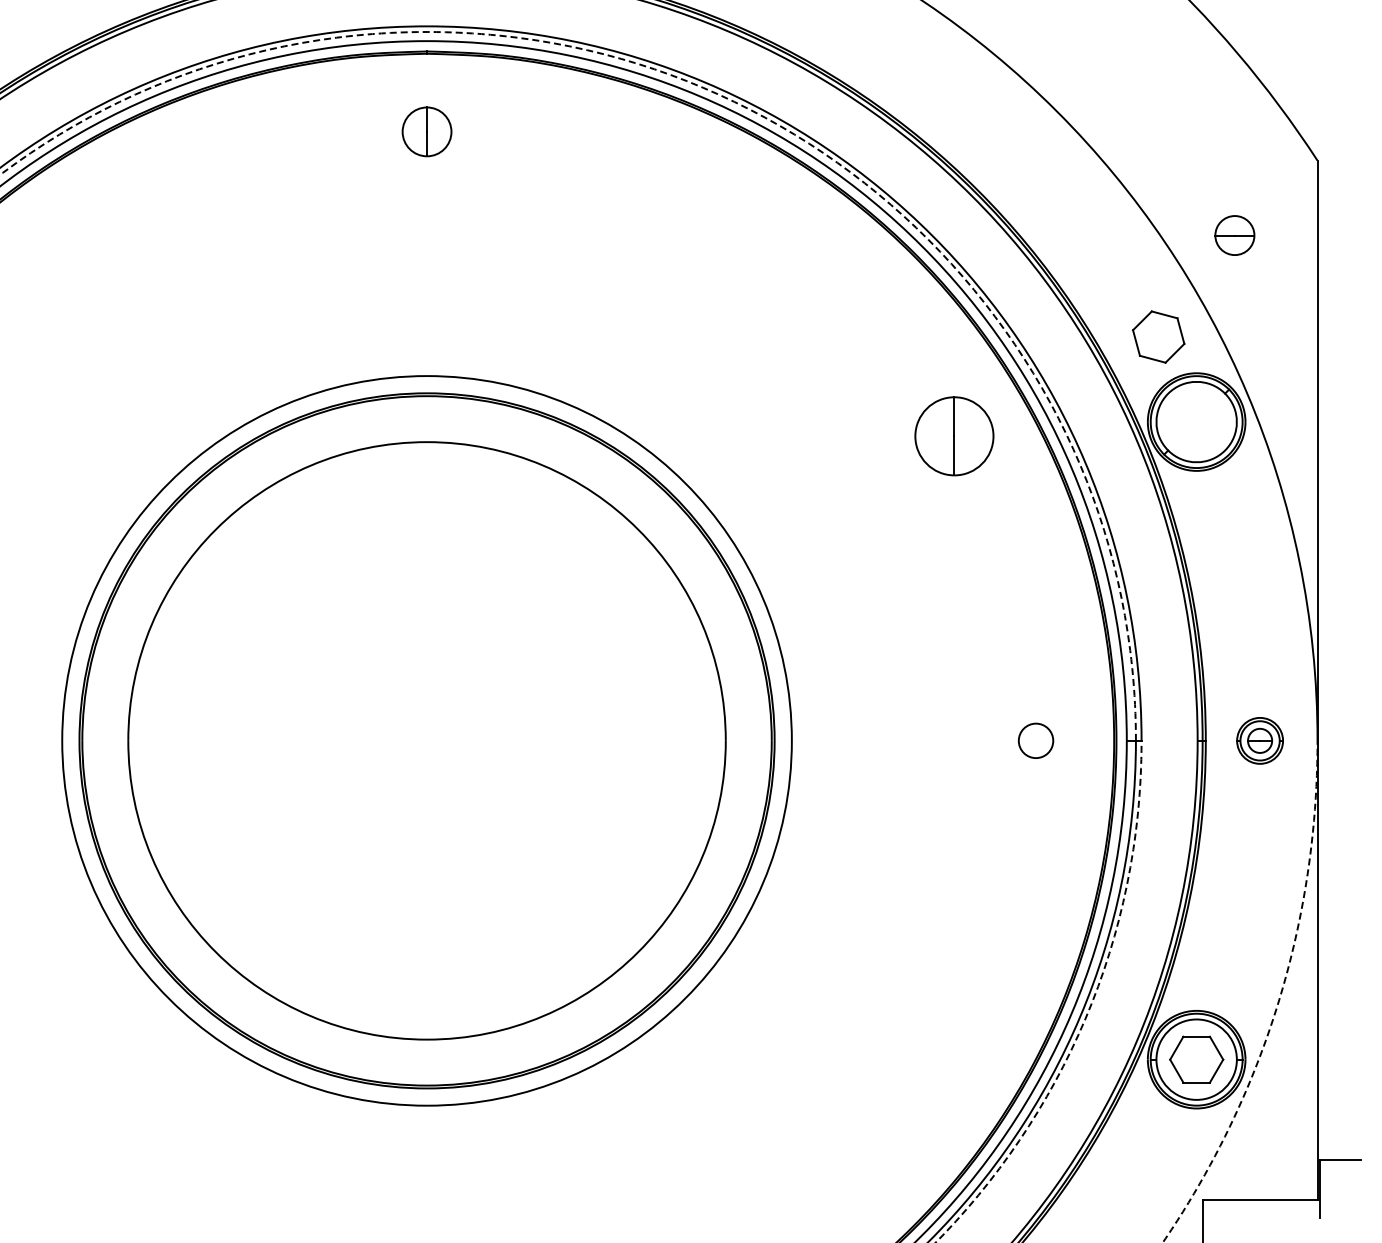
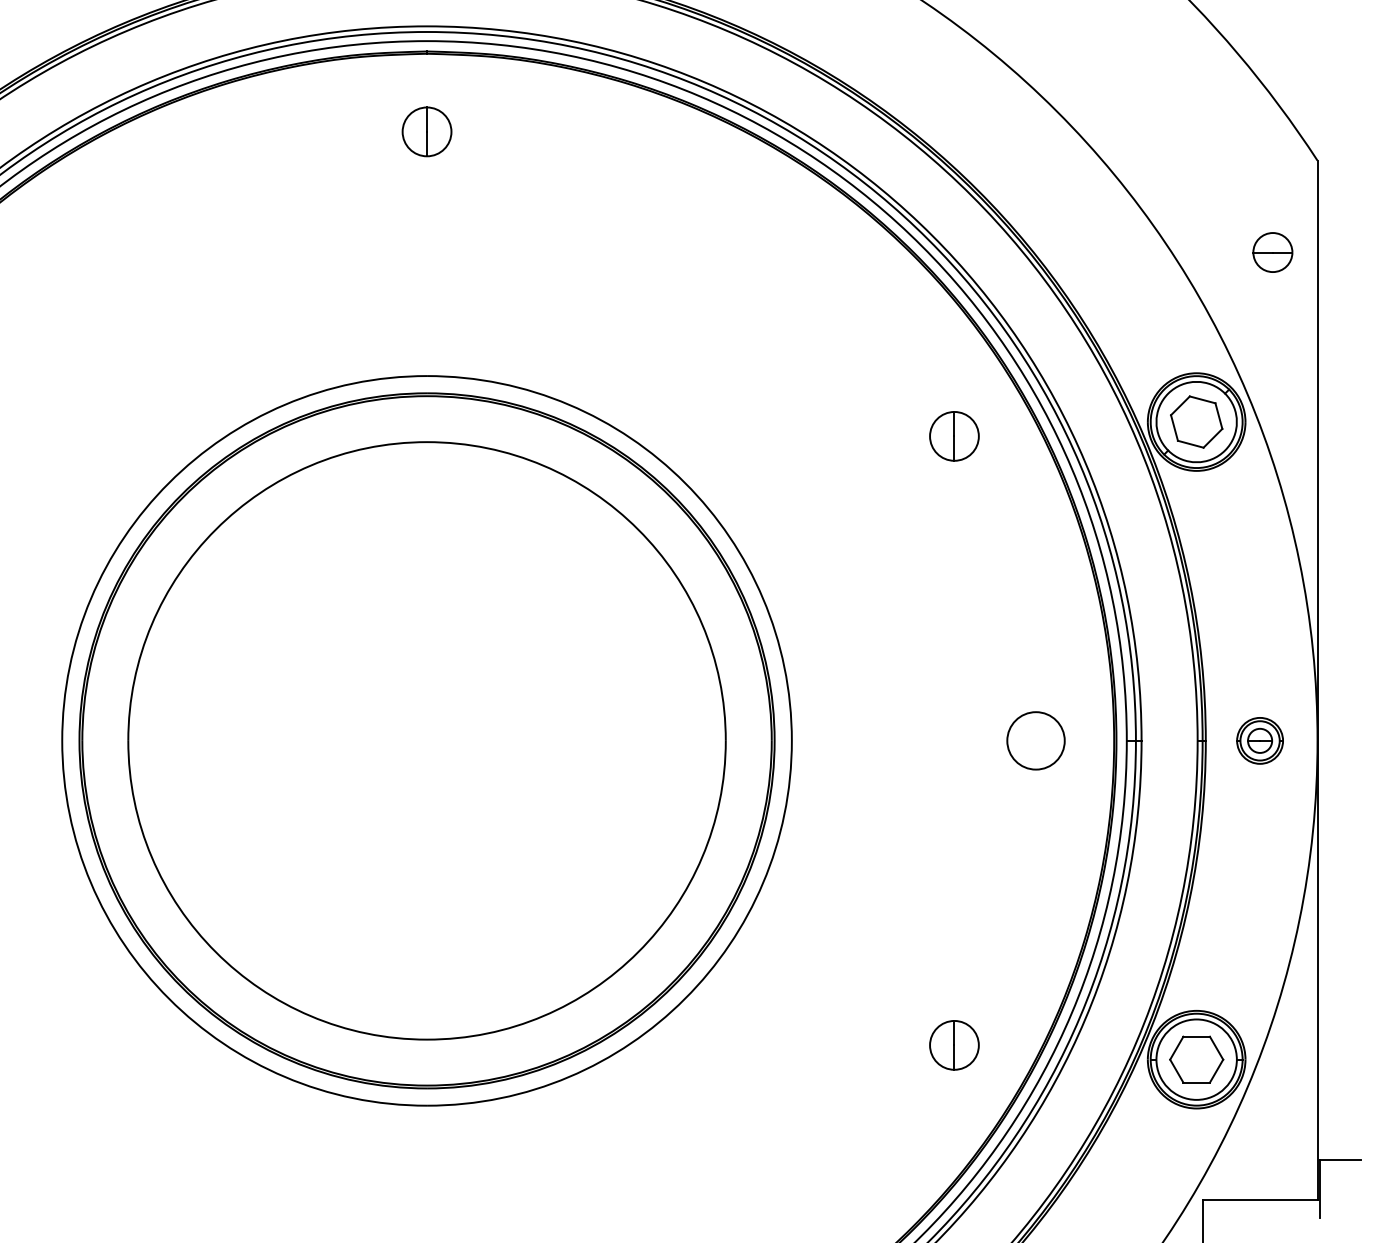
arc at (746, 107): dashed -> solid
part at (1234, 235) position: (1234, 235) -> (1272, 252)
part at (1158, 336) position: (1158, 336) -> (1196, 421)
part at (954, 436) size: 81x81 px -> 51x51 px
circle at (1035, 740) diameter: 34 px -> 57 px
arc at (1278, 1003): dashed -> solid
arc at (1087, 1014): dashed -> solid
part at (954, 1045): none -> present
